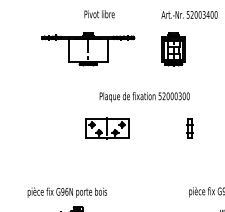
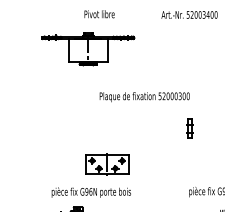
part at (173, 49): present -> none
part at (107, 128) position: (107, 128) -> (107, 164)
text at (66, 192) position: (66, 192) -> (90, 192)
